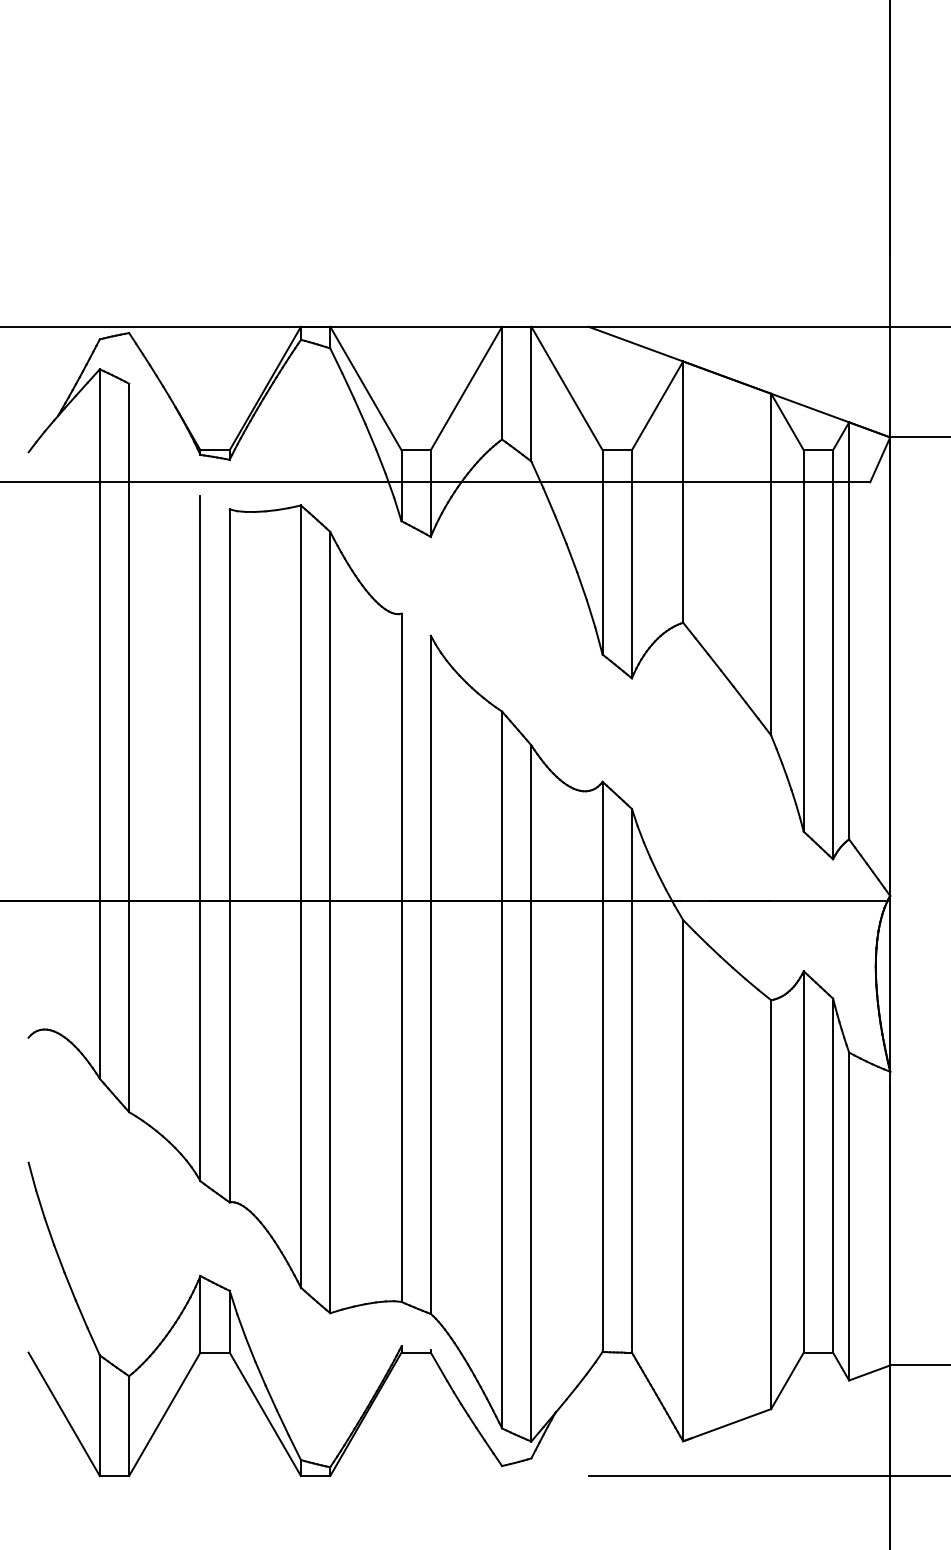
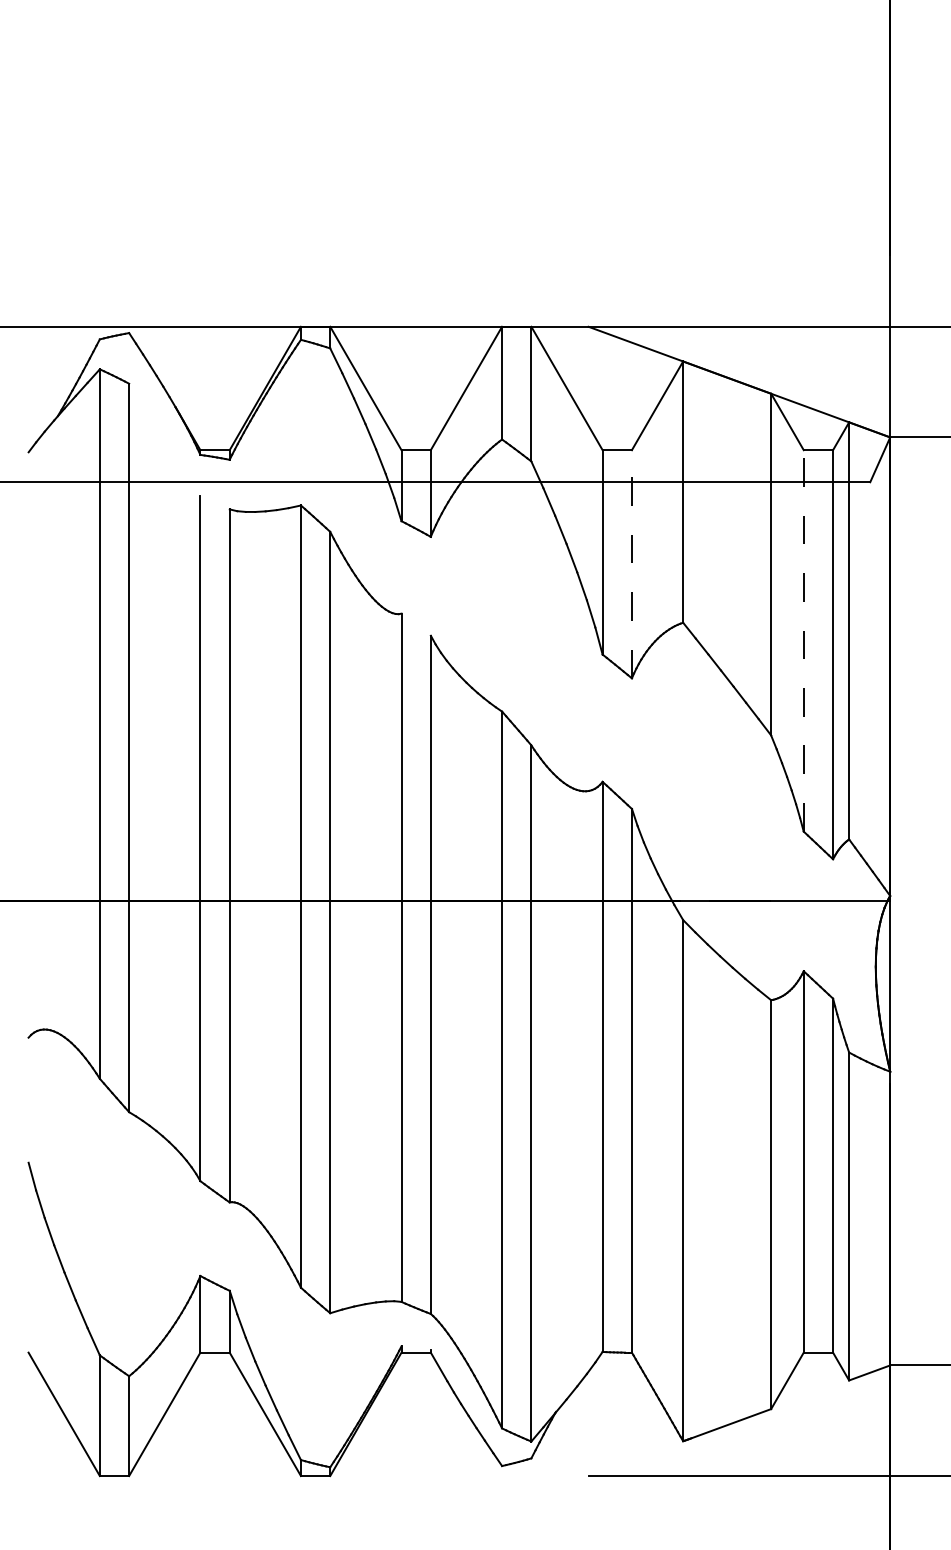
line at (631, 563): solid -> dashed
line at (803, 640): solid -> dashed
